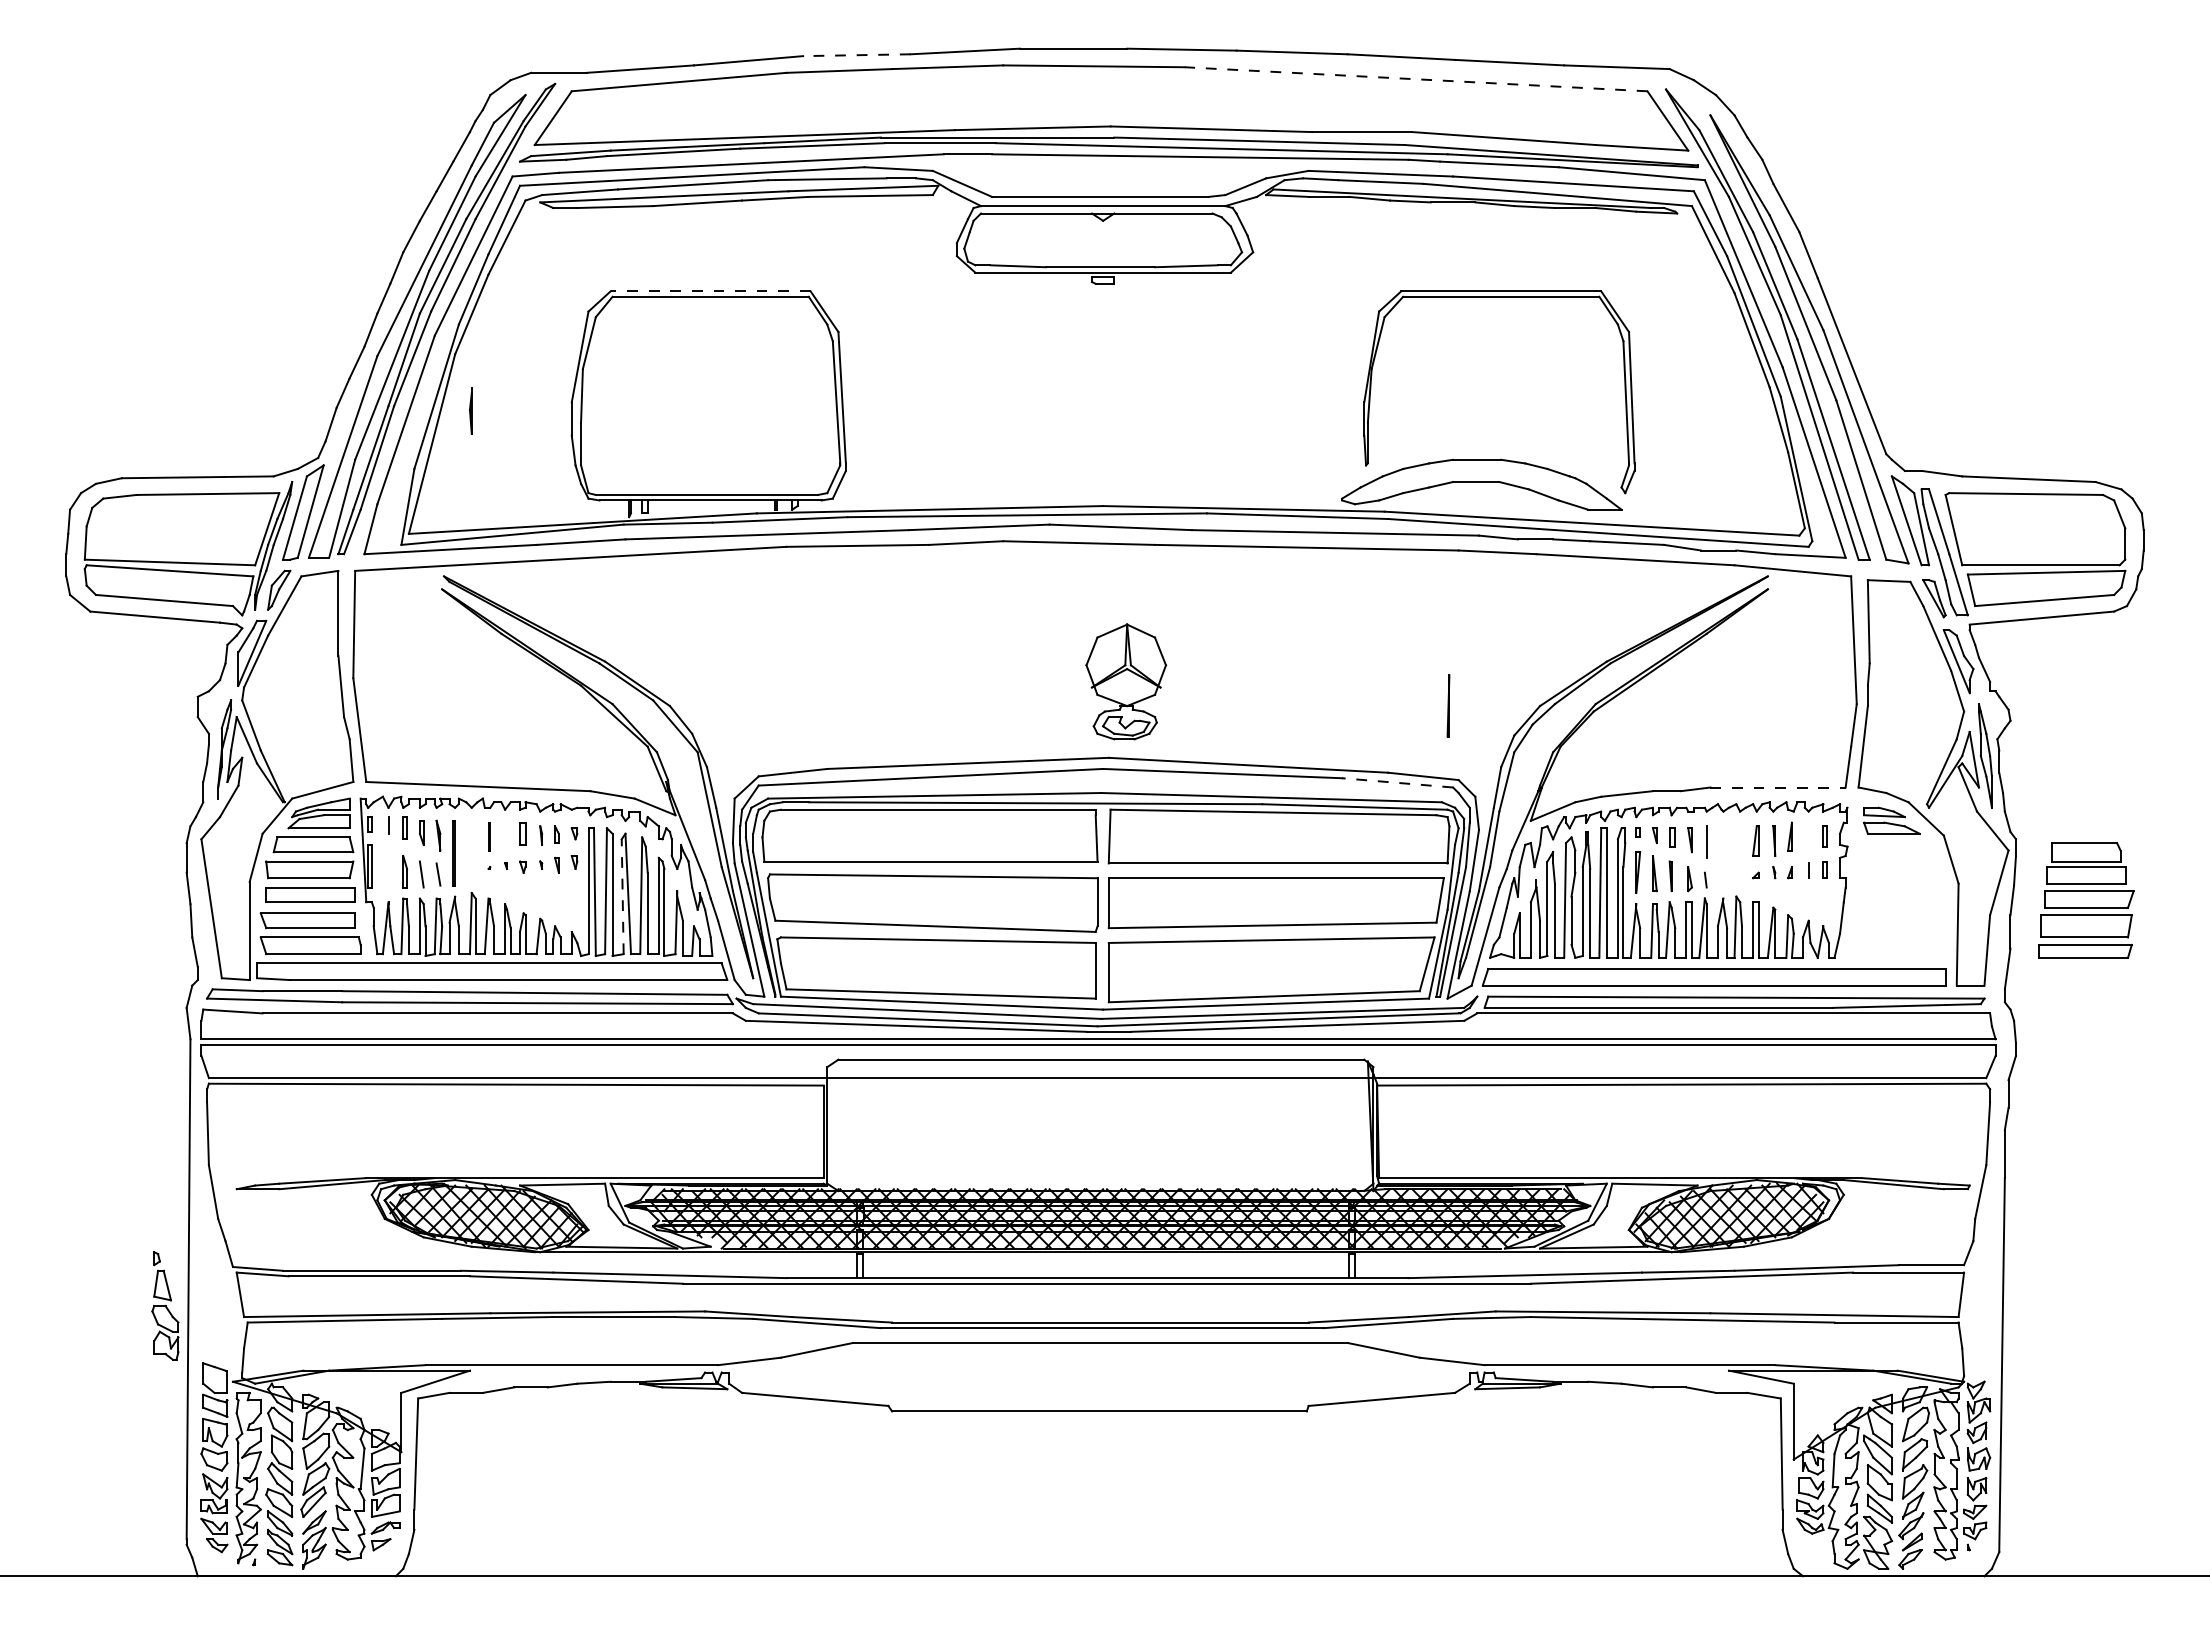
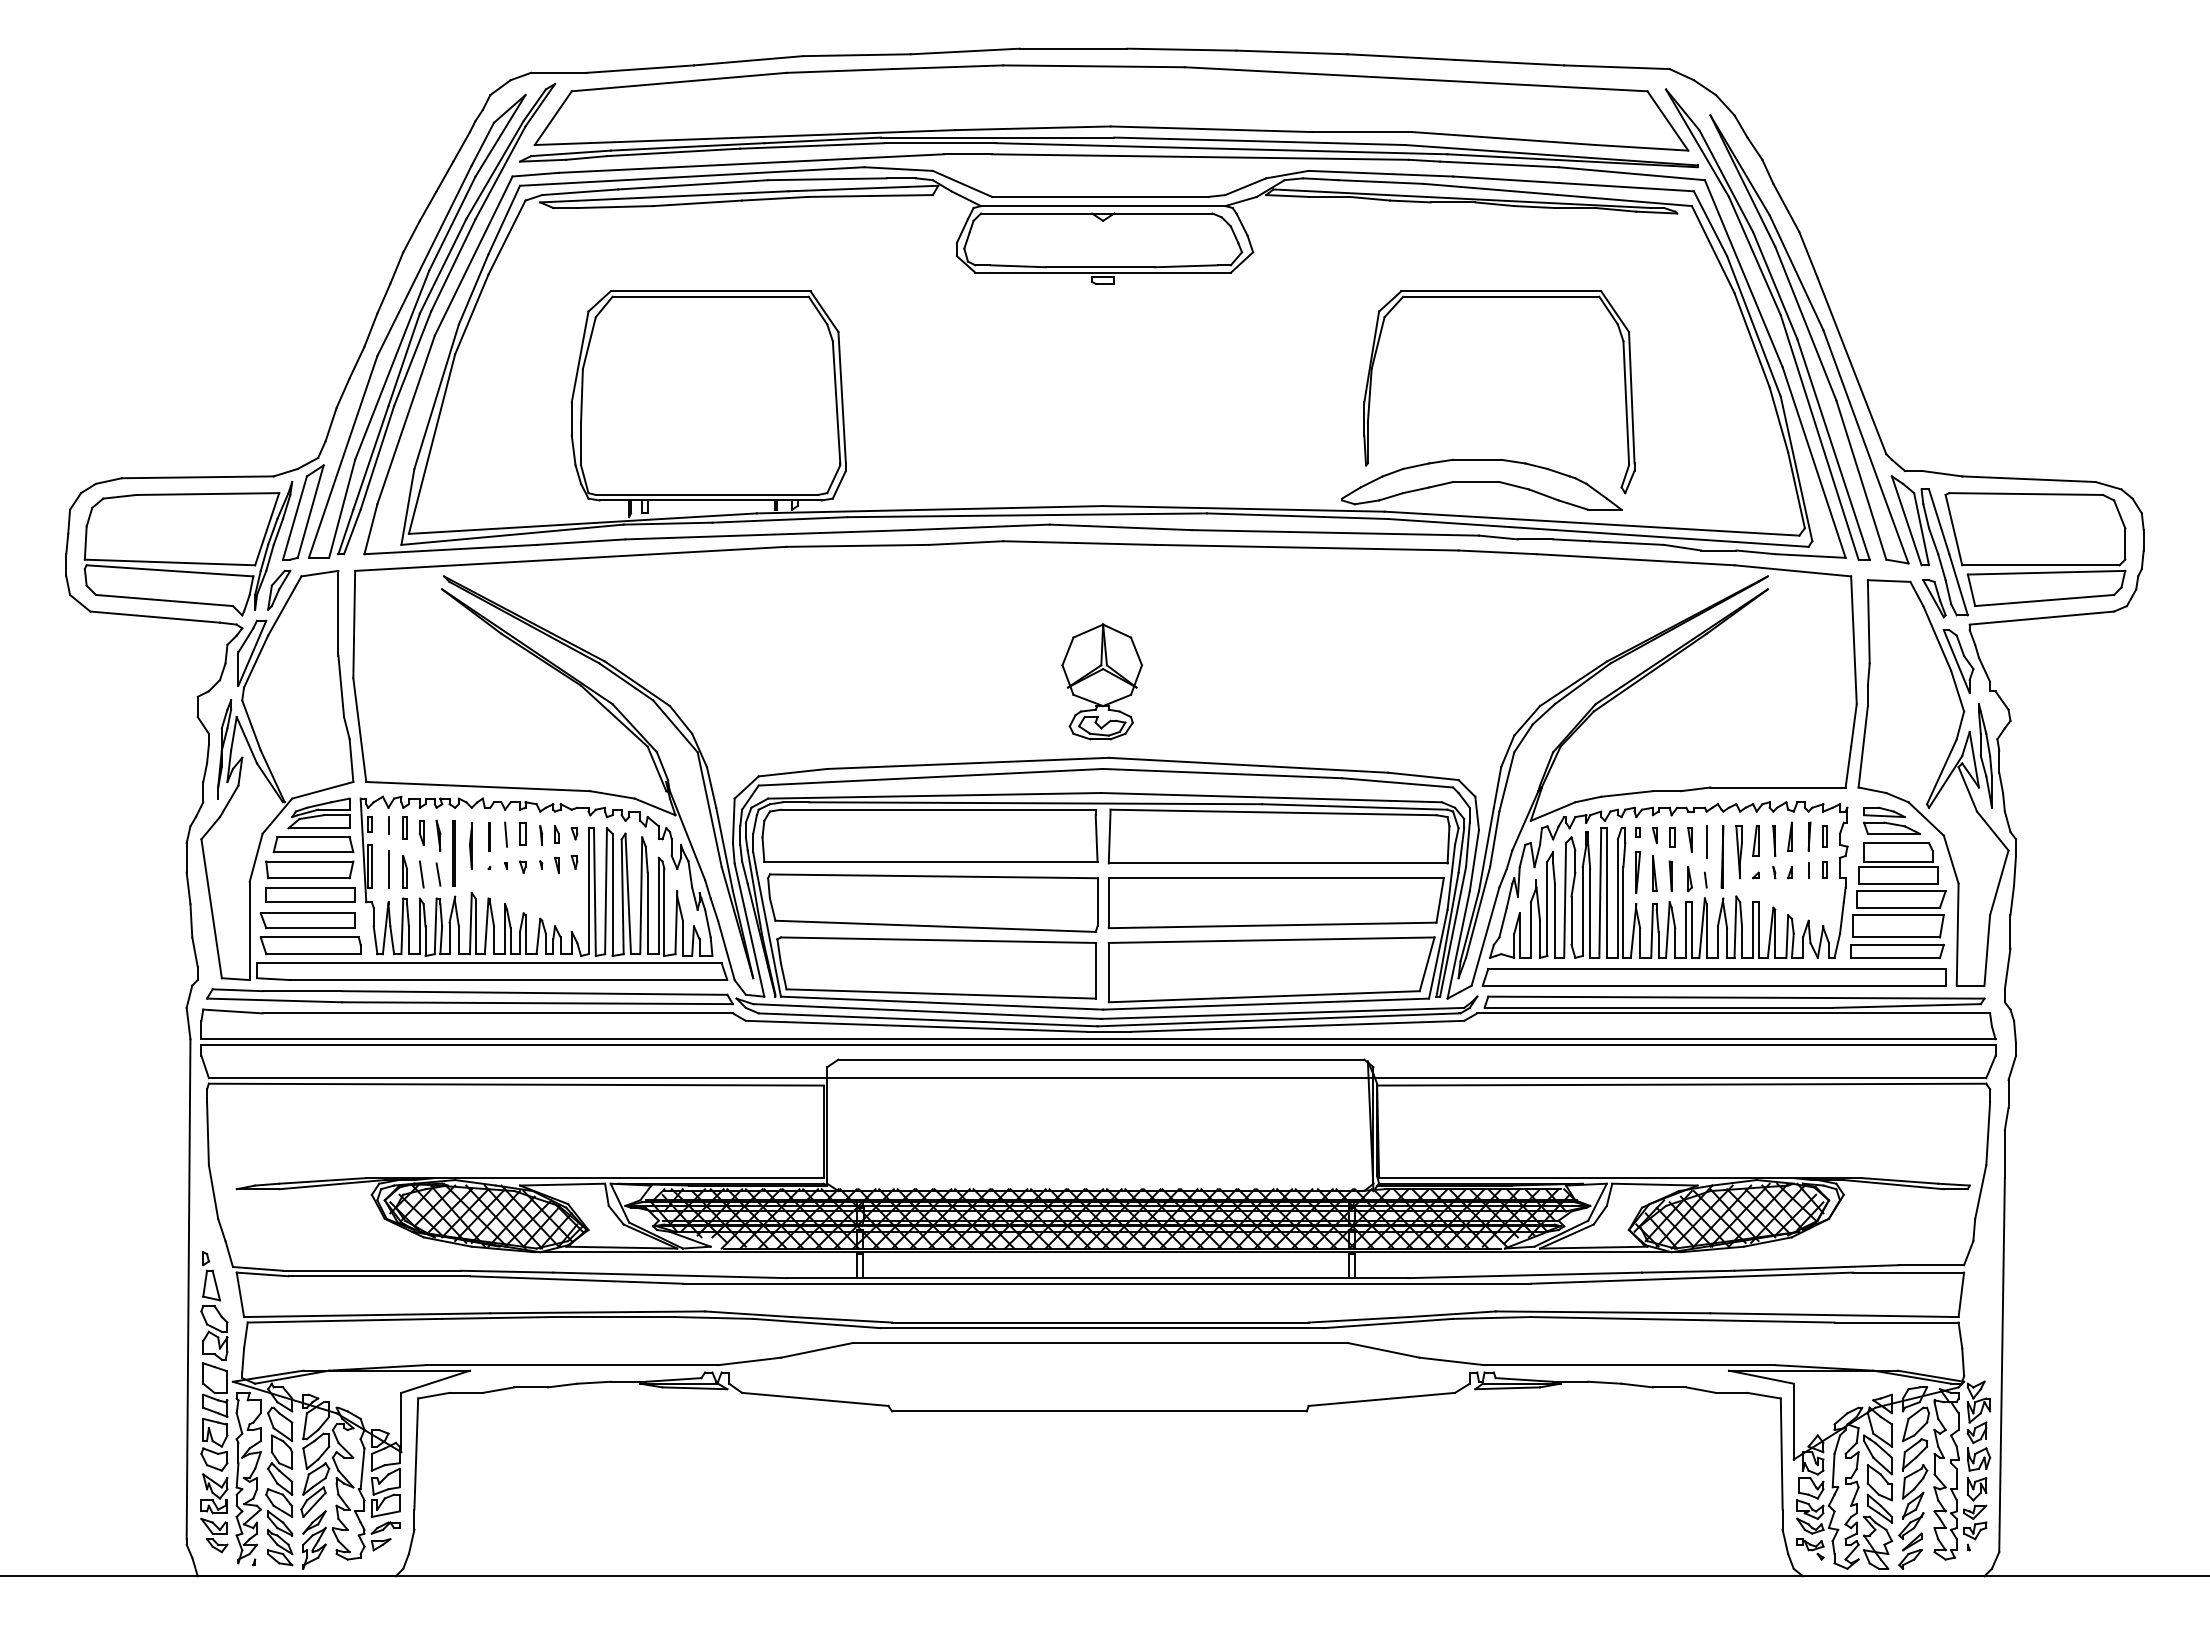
line at (856, 55): dashed -> solid
line at (1416, 79): dashed -> solid
line at (710, 291): dashed -> solid
line at (470, 410) position: (470, 410) -> (470, 845)
part at (1126, 681) position: (1126, 681) -> (1102, 681)
line at (1448, 705) position: (1448, 705) -> (1722, 856)
line at (1397, 782): dashed -> solid
line at (1778, 787): dashed -> solid
line at (506, 834): none -> present
line at (1809, 836): none -> present
part at (1738, 852): none -> present
line at (388, 868): none -> present
line at (622, 896): dashed -> solid
part at (2086, 900) position: (2086, 900) -> (1898, 900)
part at (165, 1305) position: (165, 1305) -> (214, 1305)
part at (1810, 1549): none -> present
